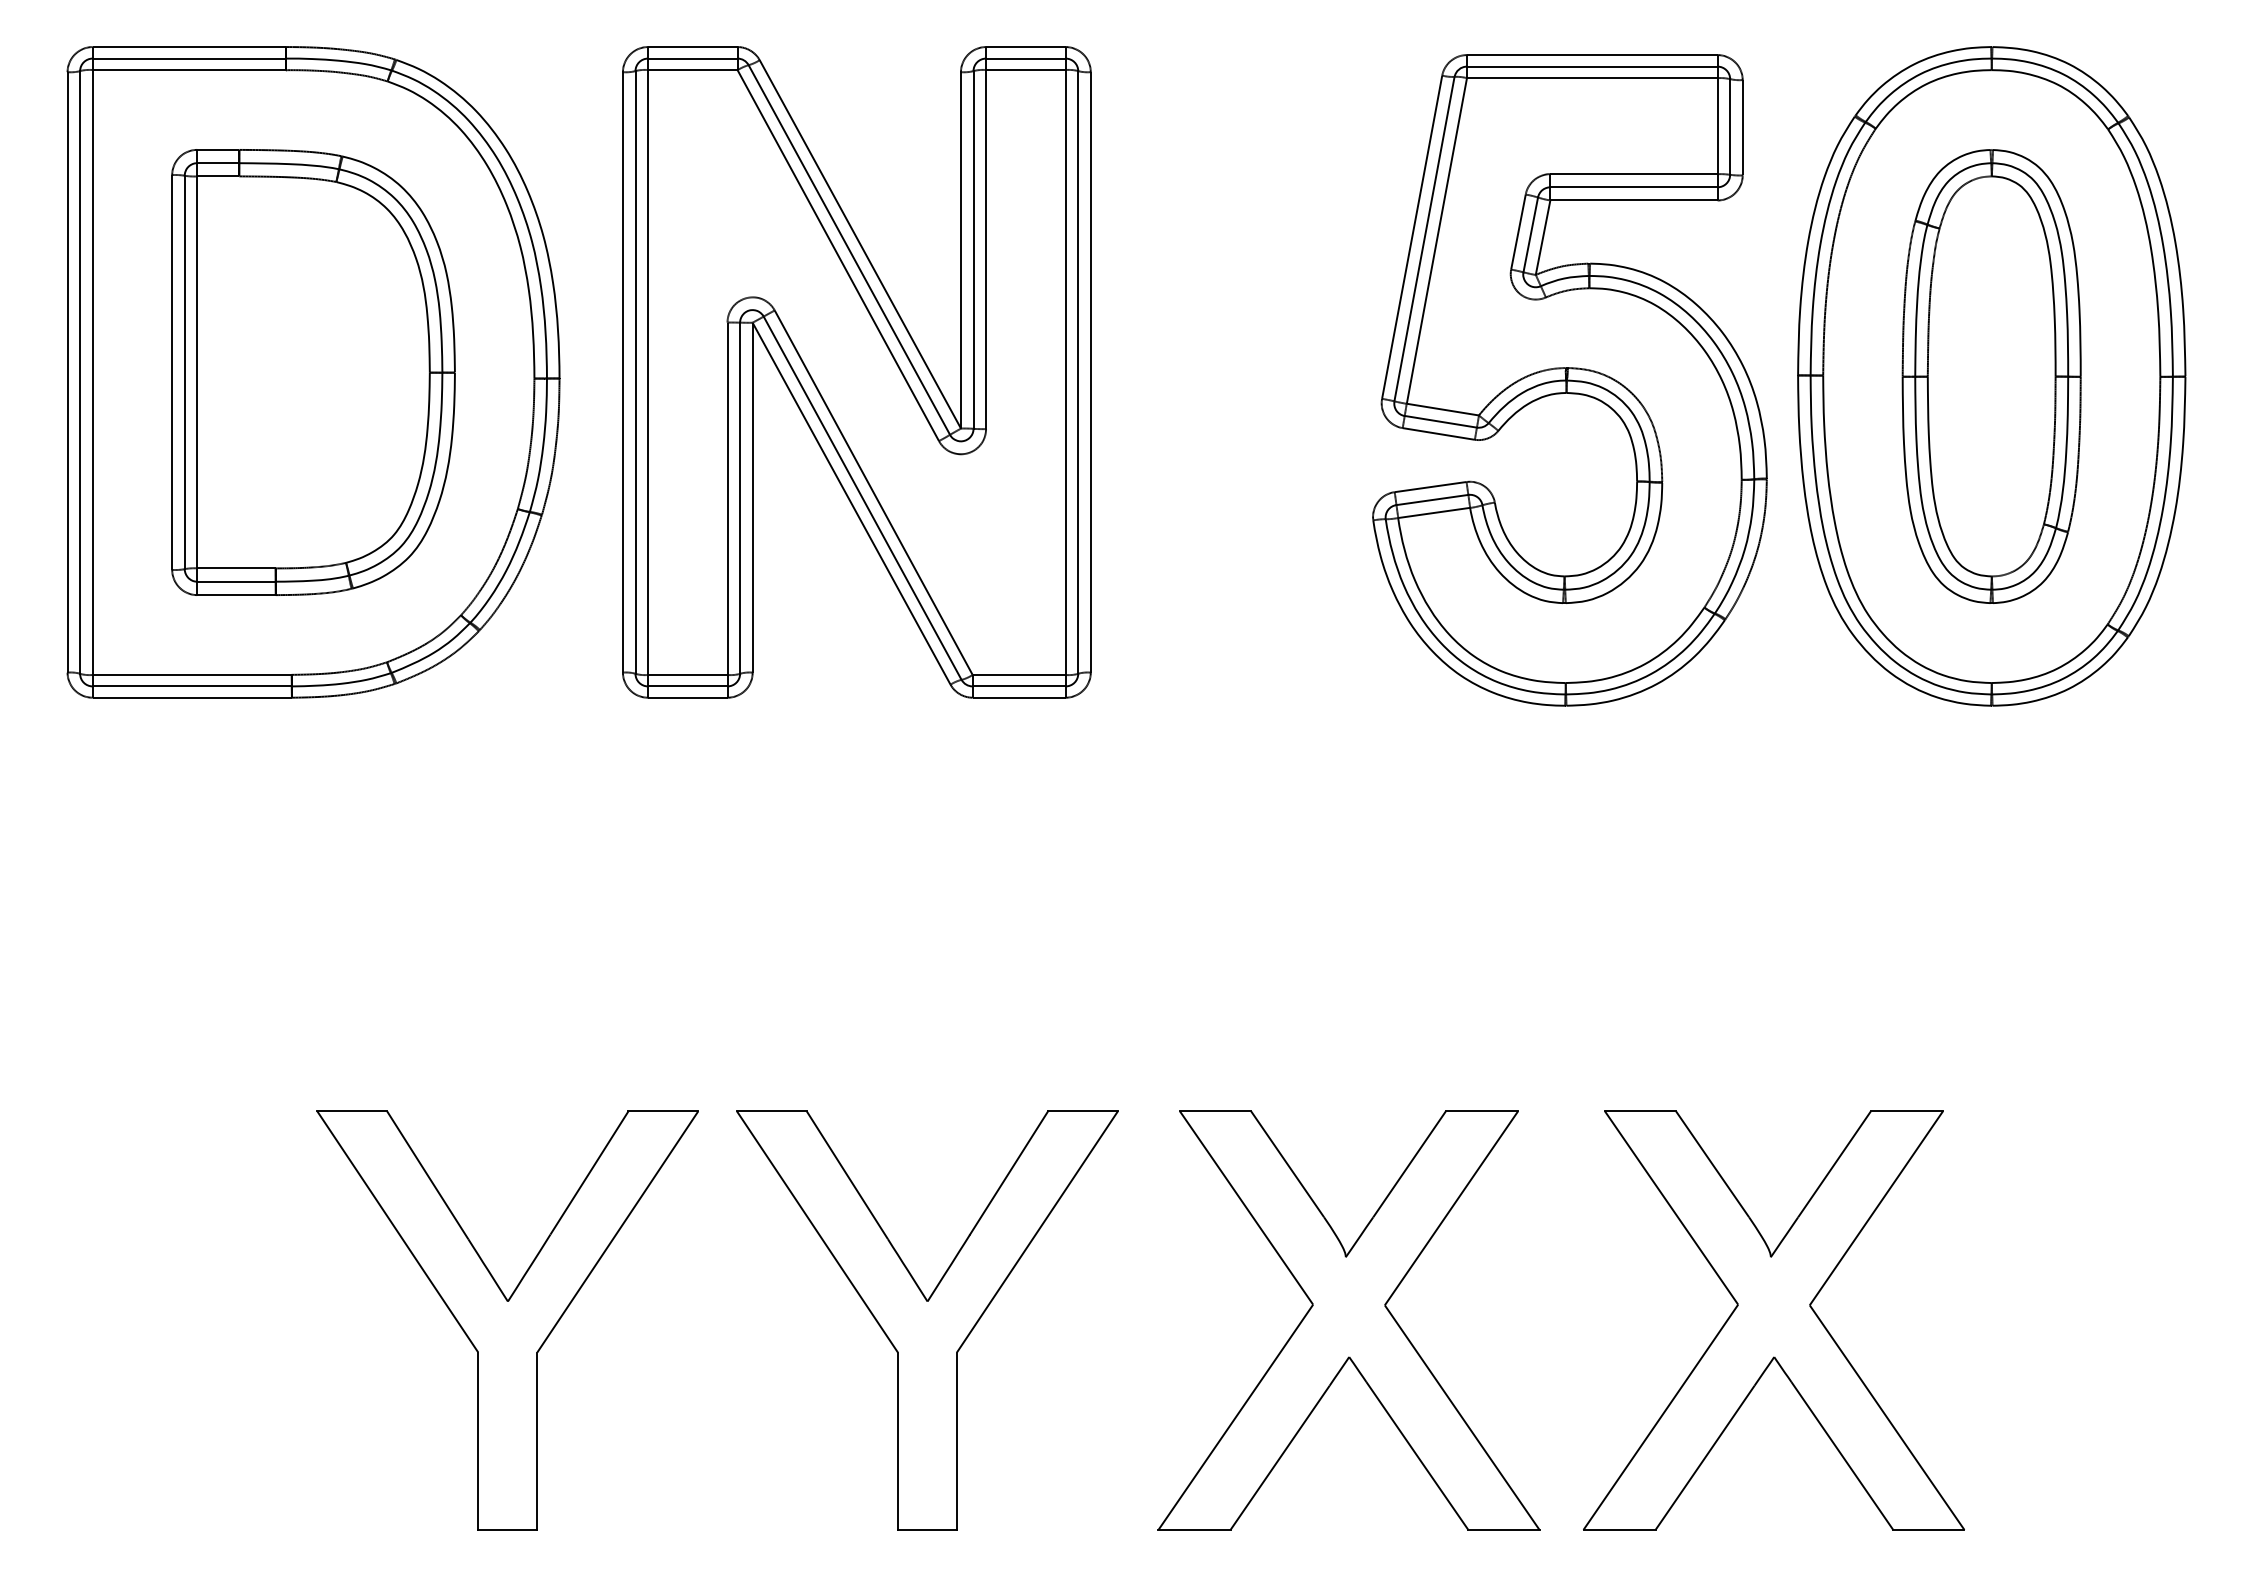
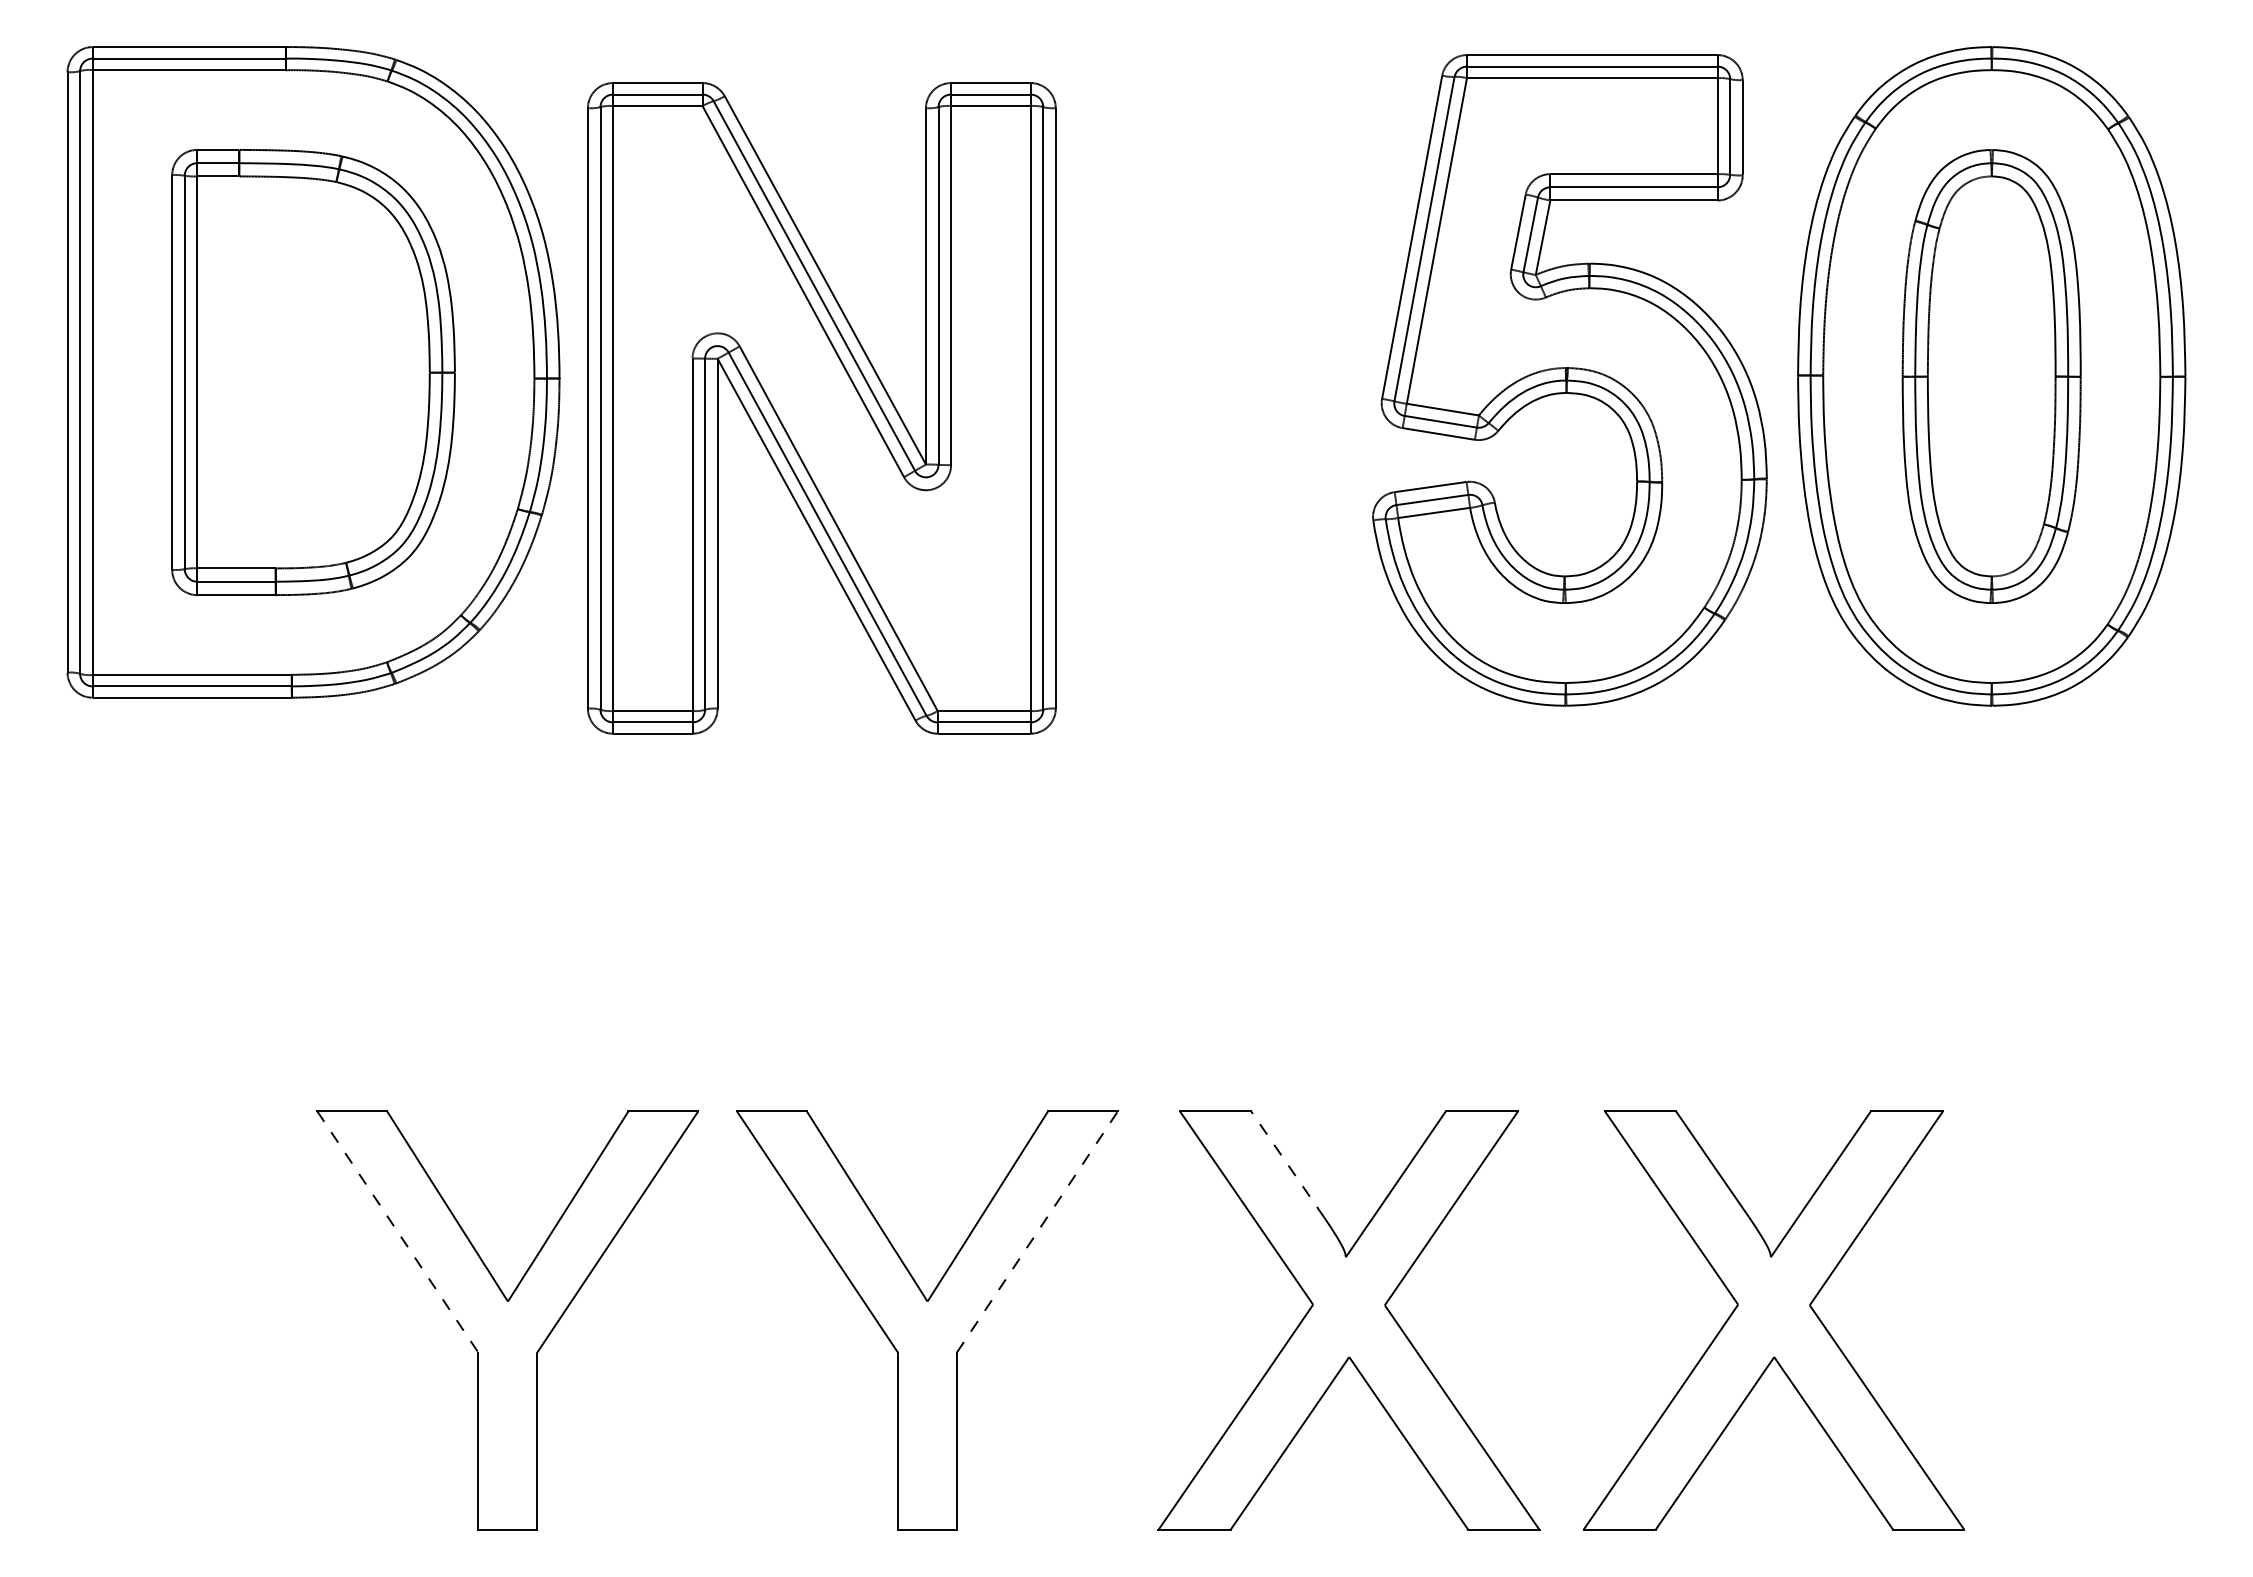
part at (856, 372) position: (856, 372) -> (821, 408)
line at (1287, 1164): solid -> dashed
line at (397, 1232): solid -> dashed
line at (1037, 1232): solid -> dashed
